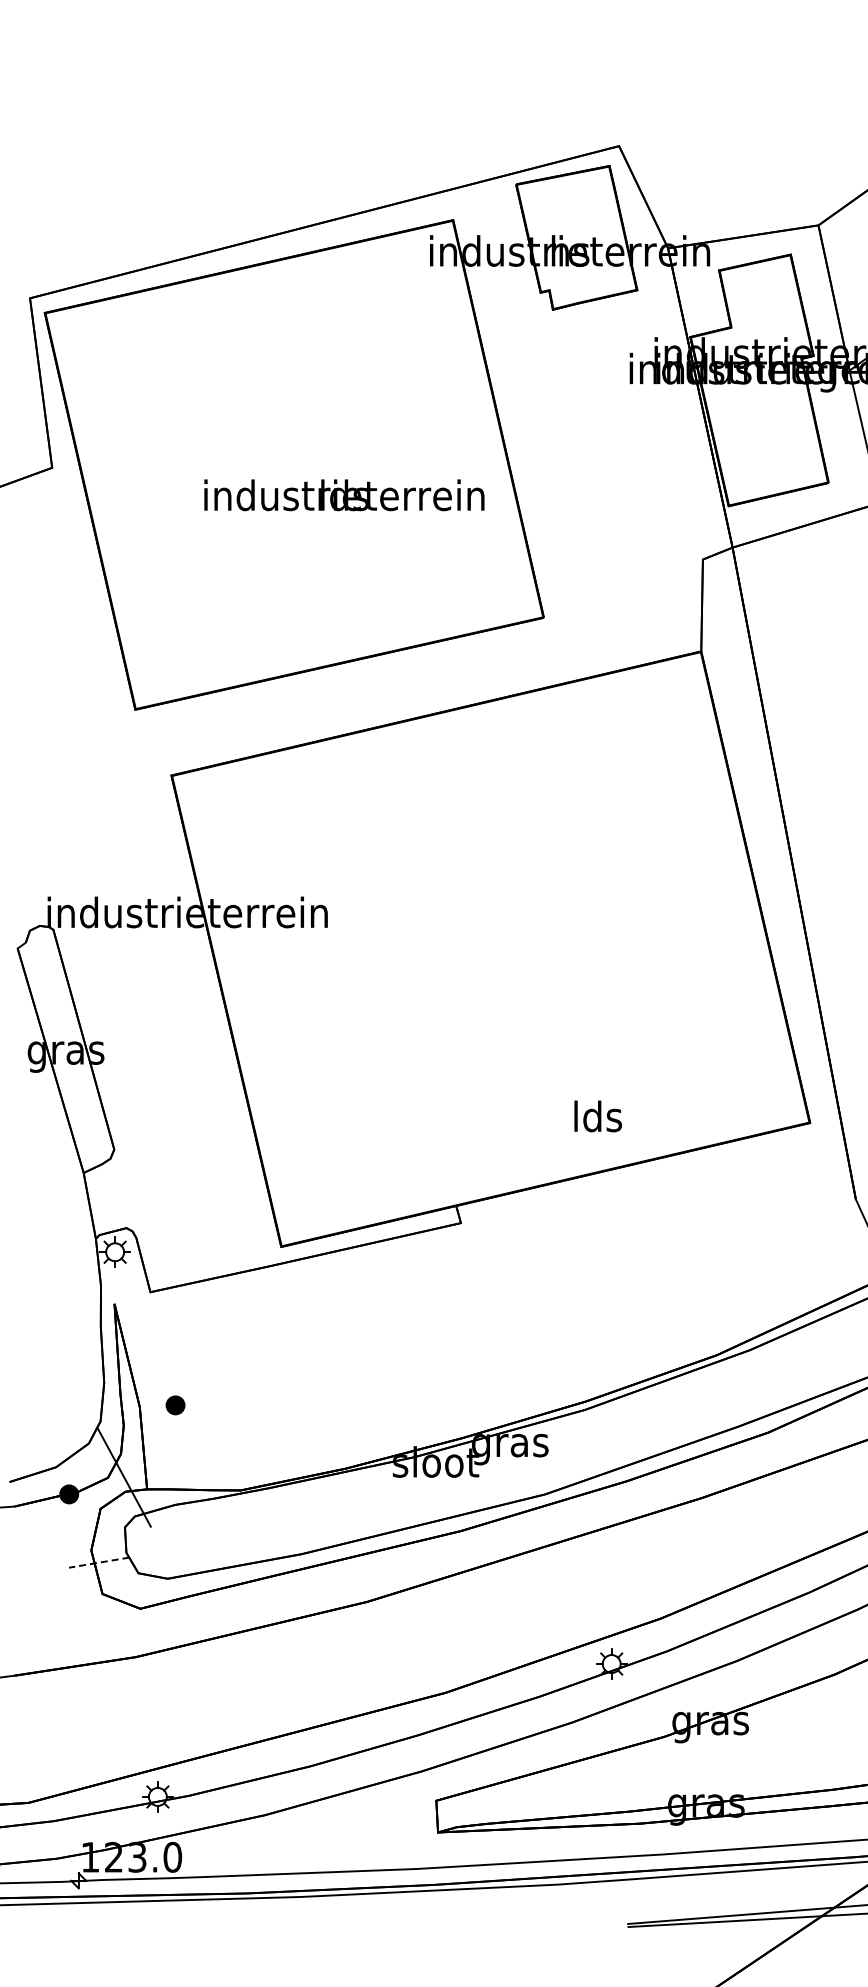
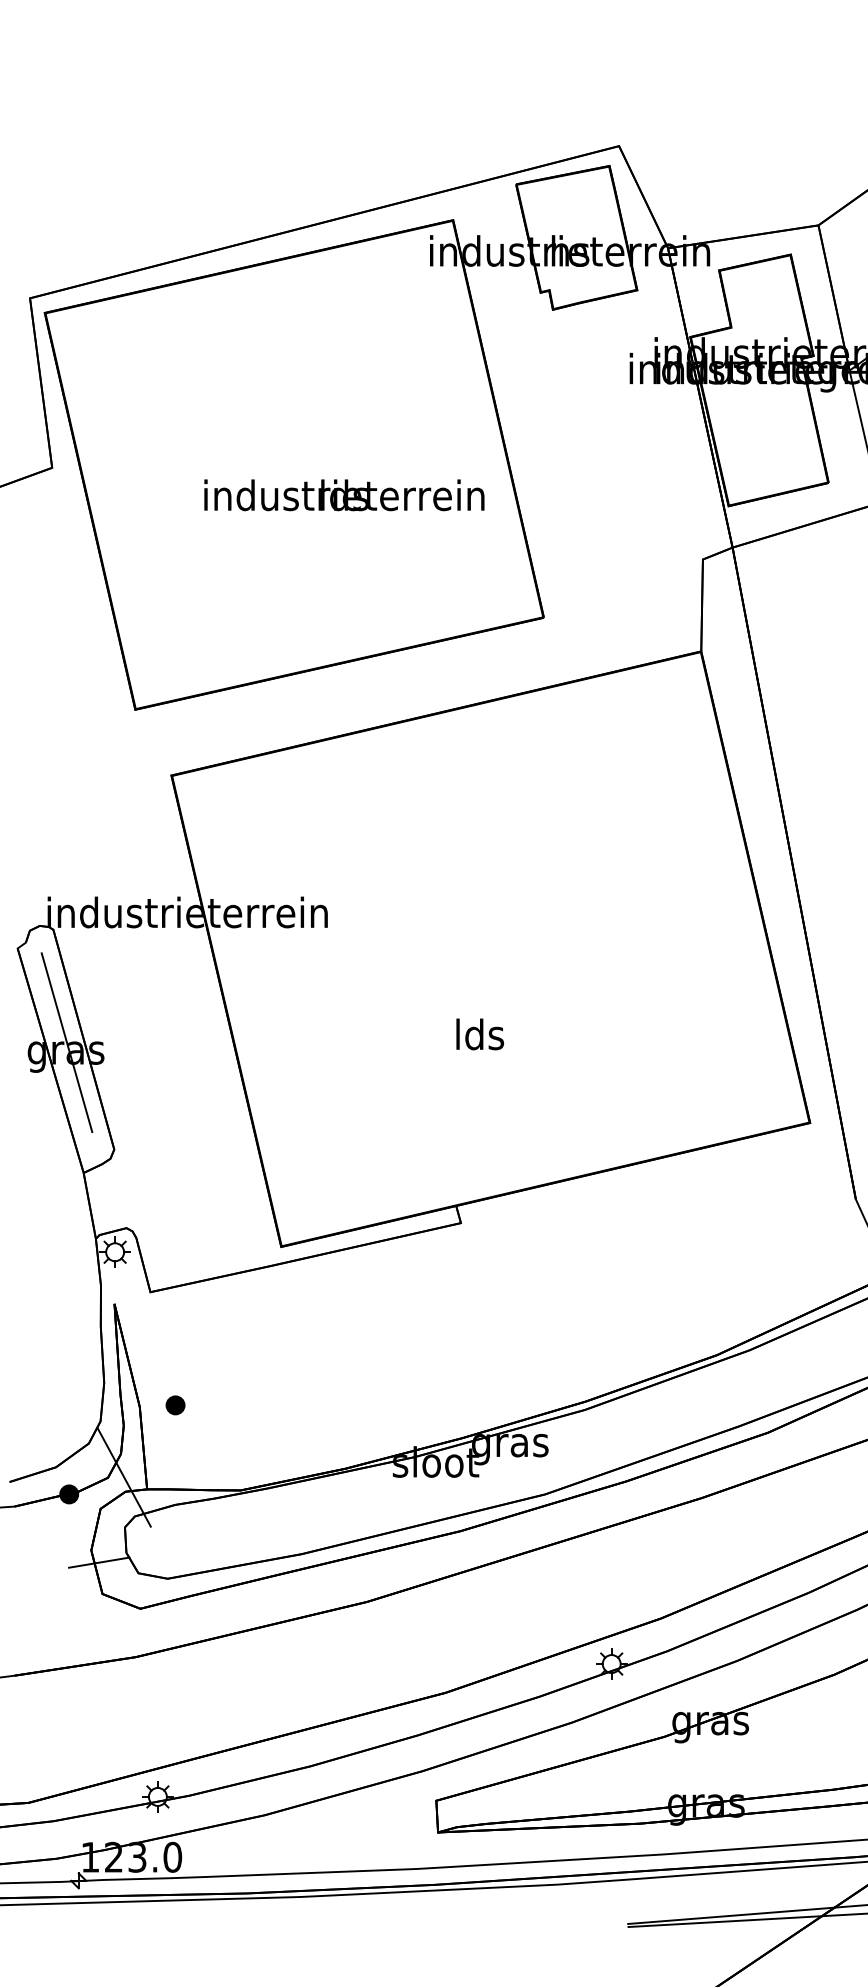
line at (66, 1042): none -> present
text at (598, 1116) position: (598, 1116) -> (480, 1034)
line at (99, 1562): dashed -> solid
